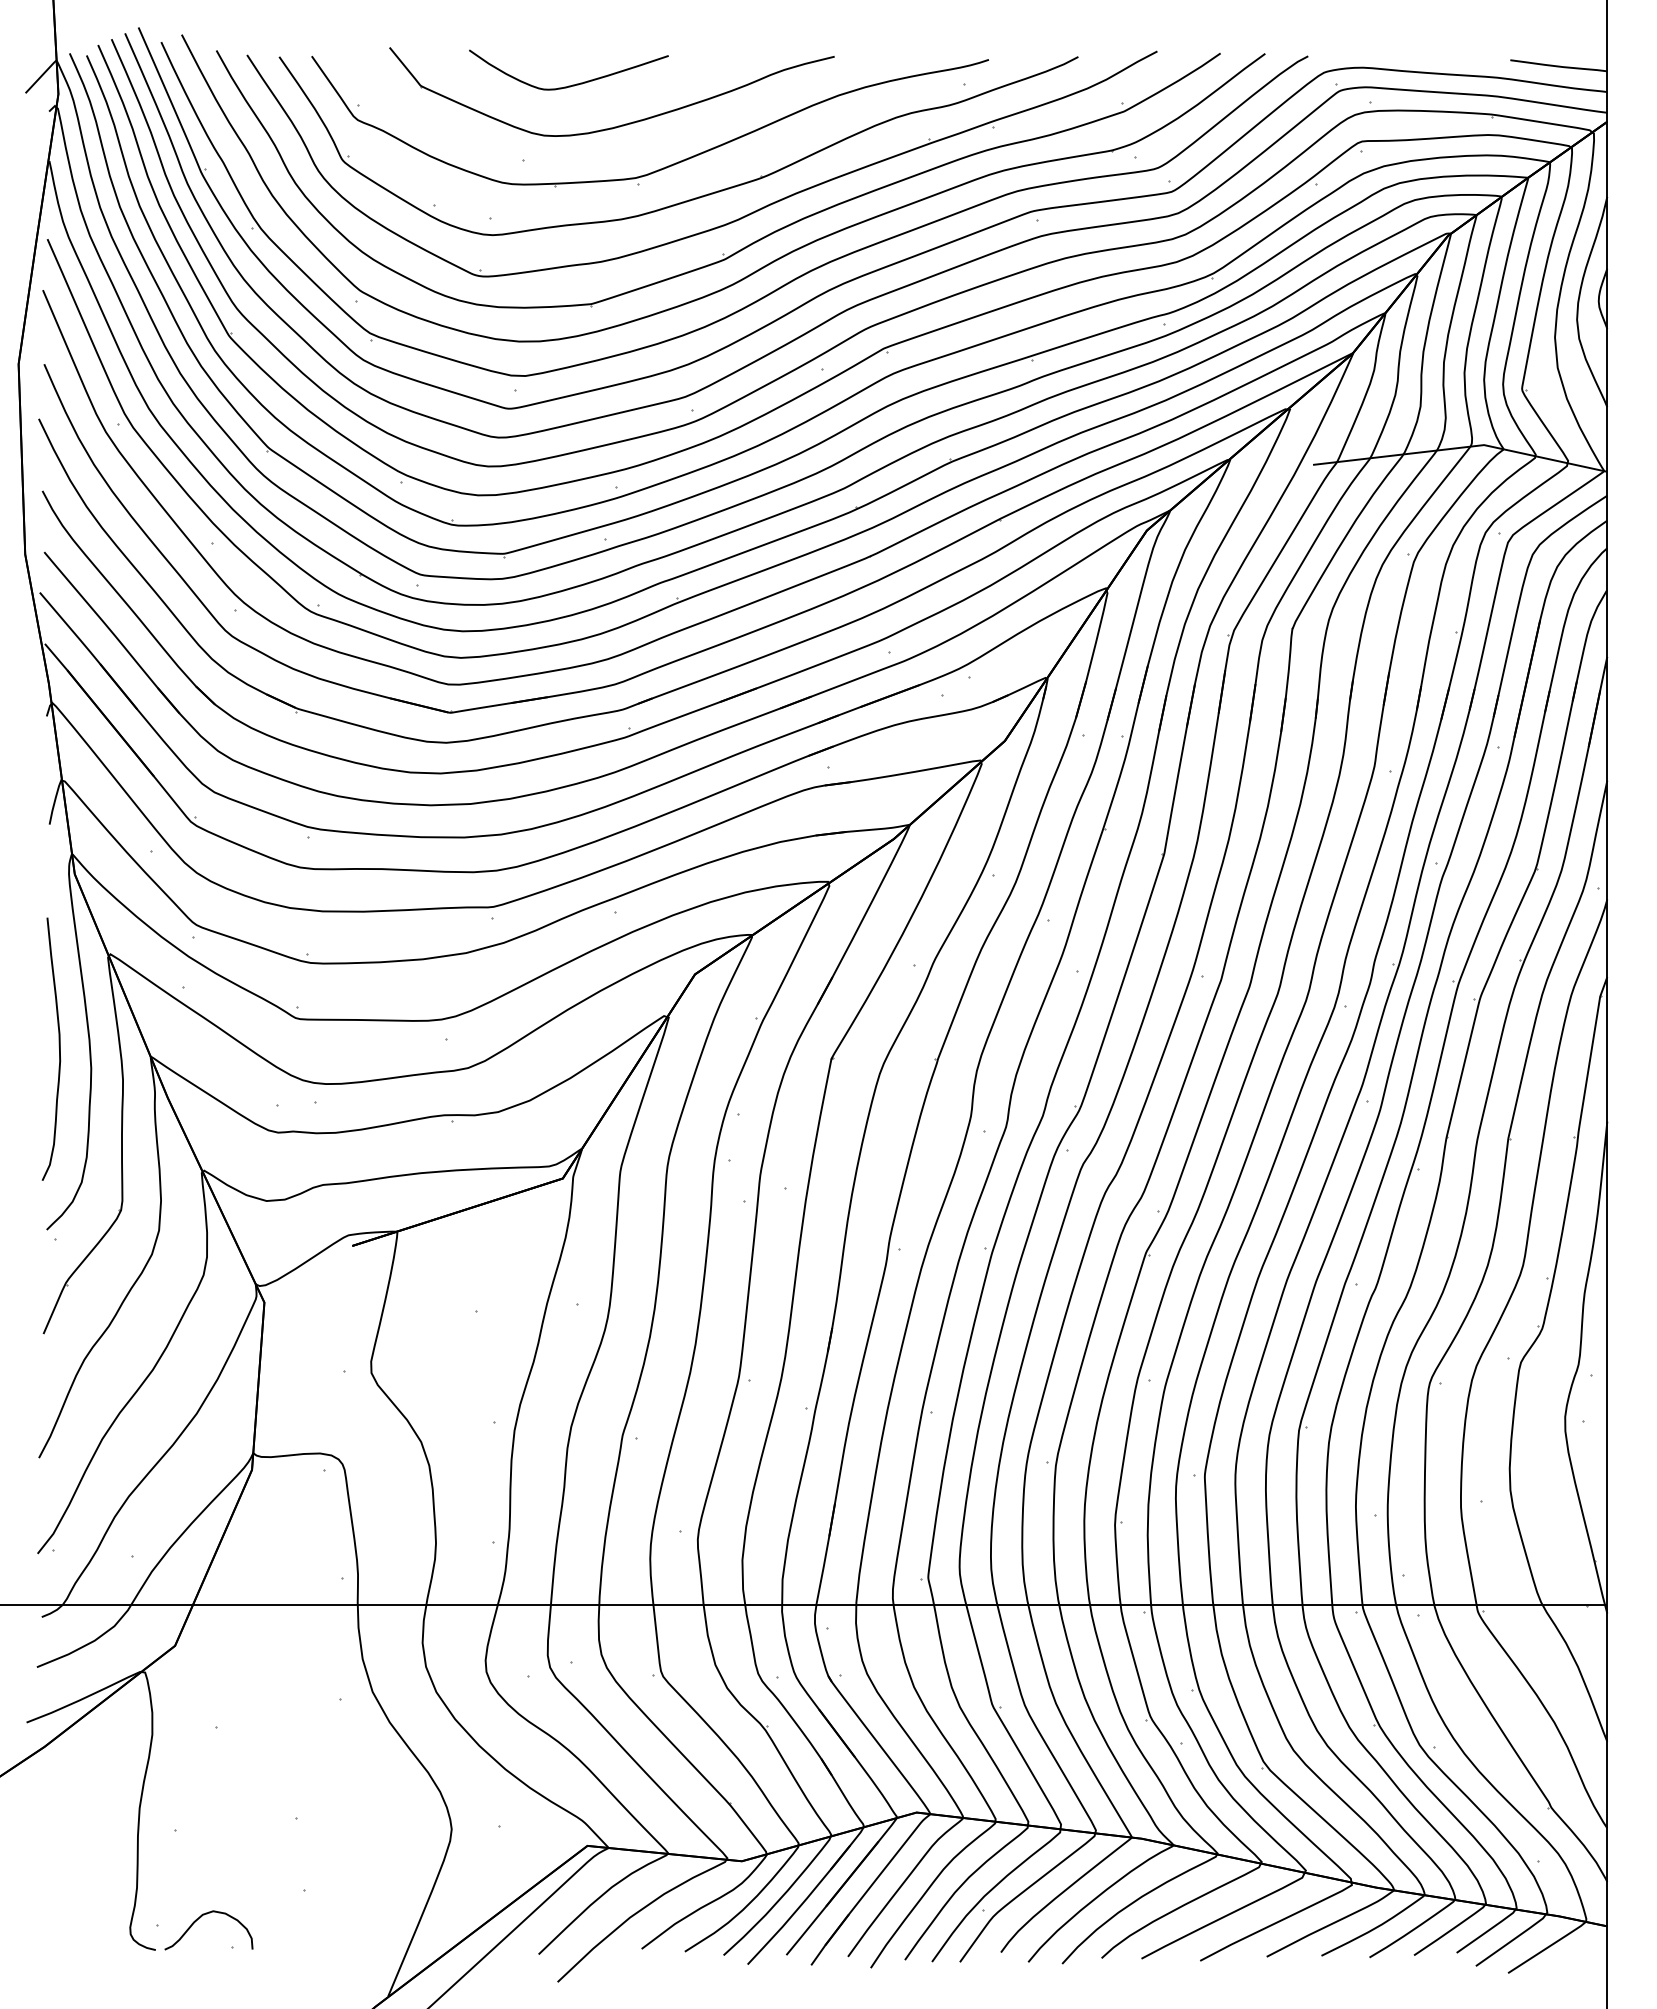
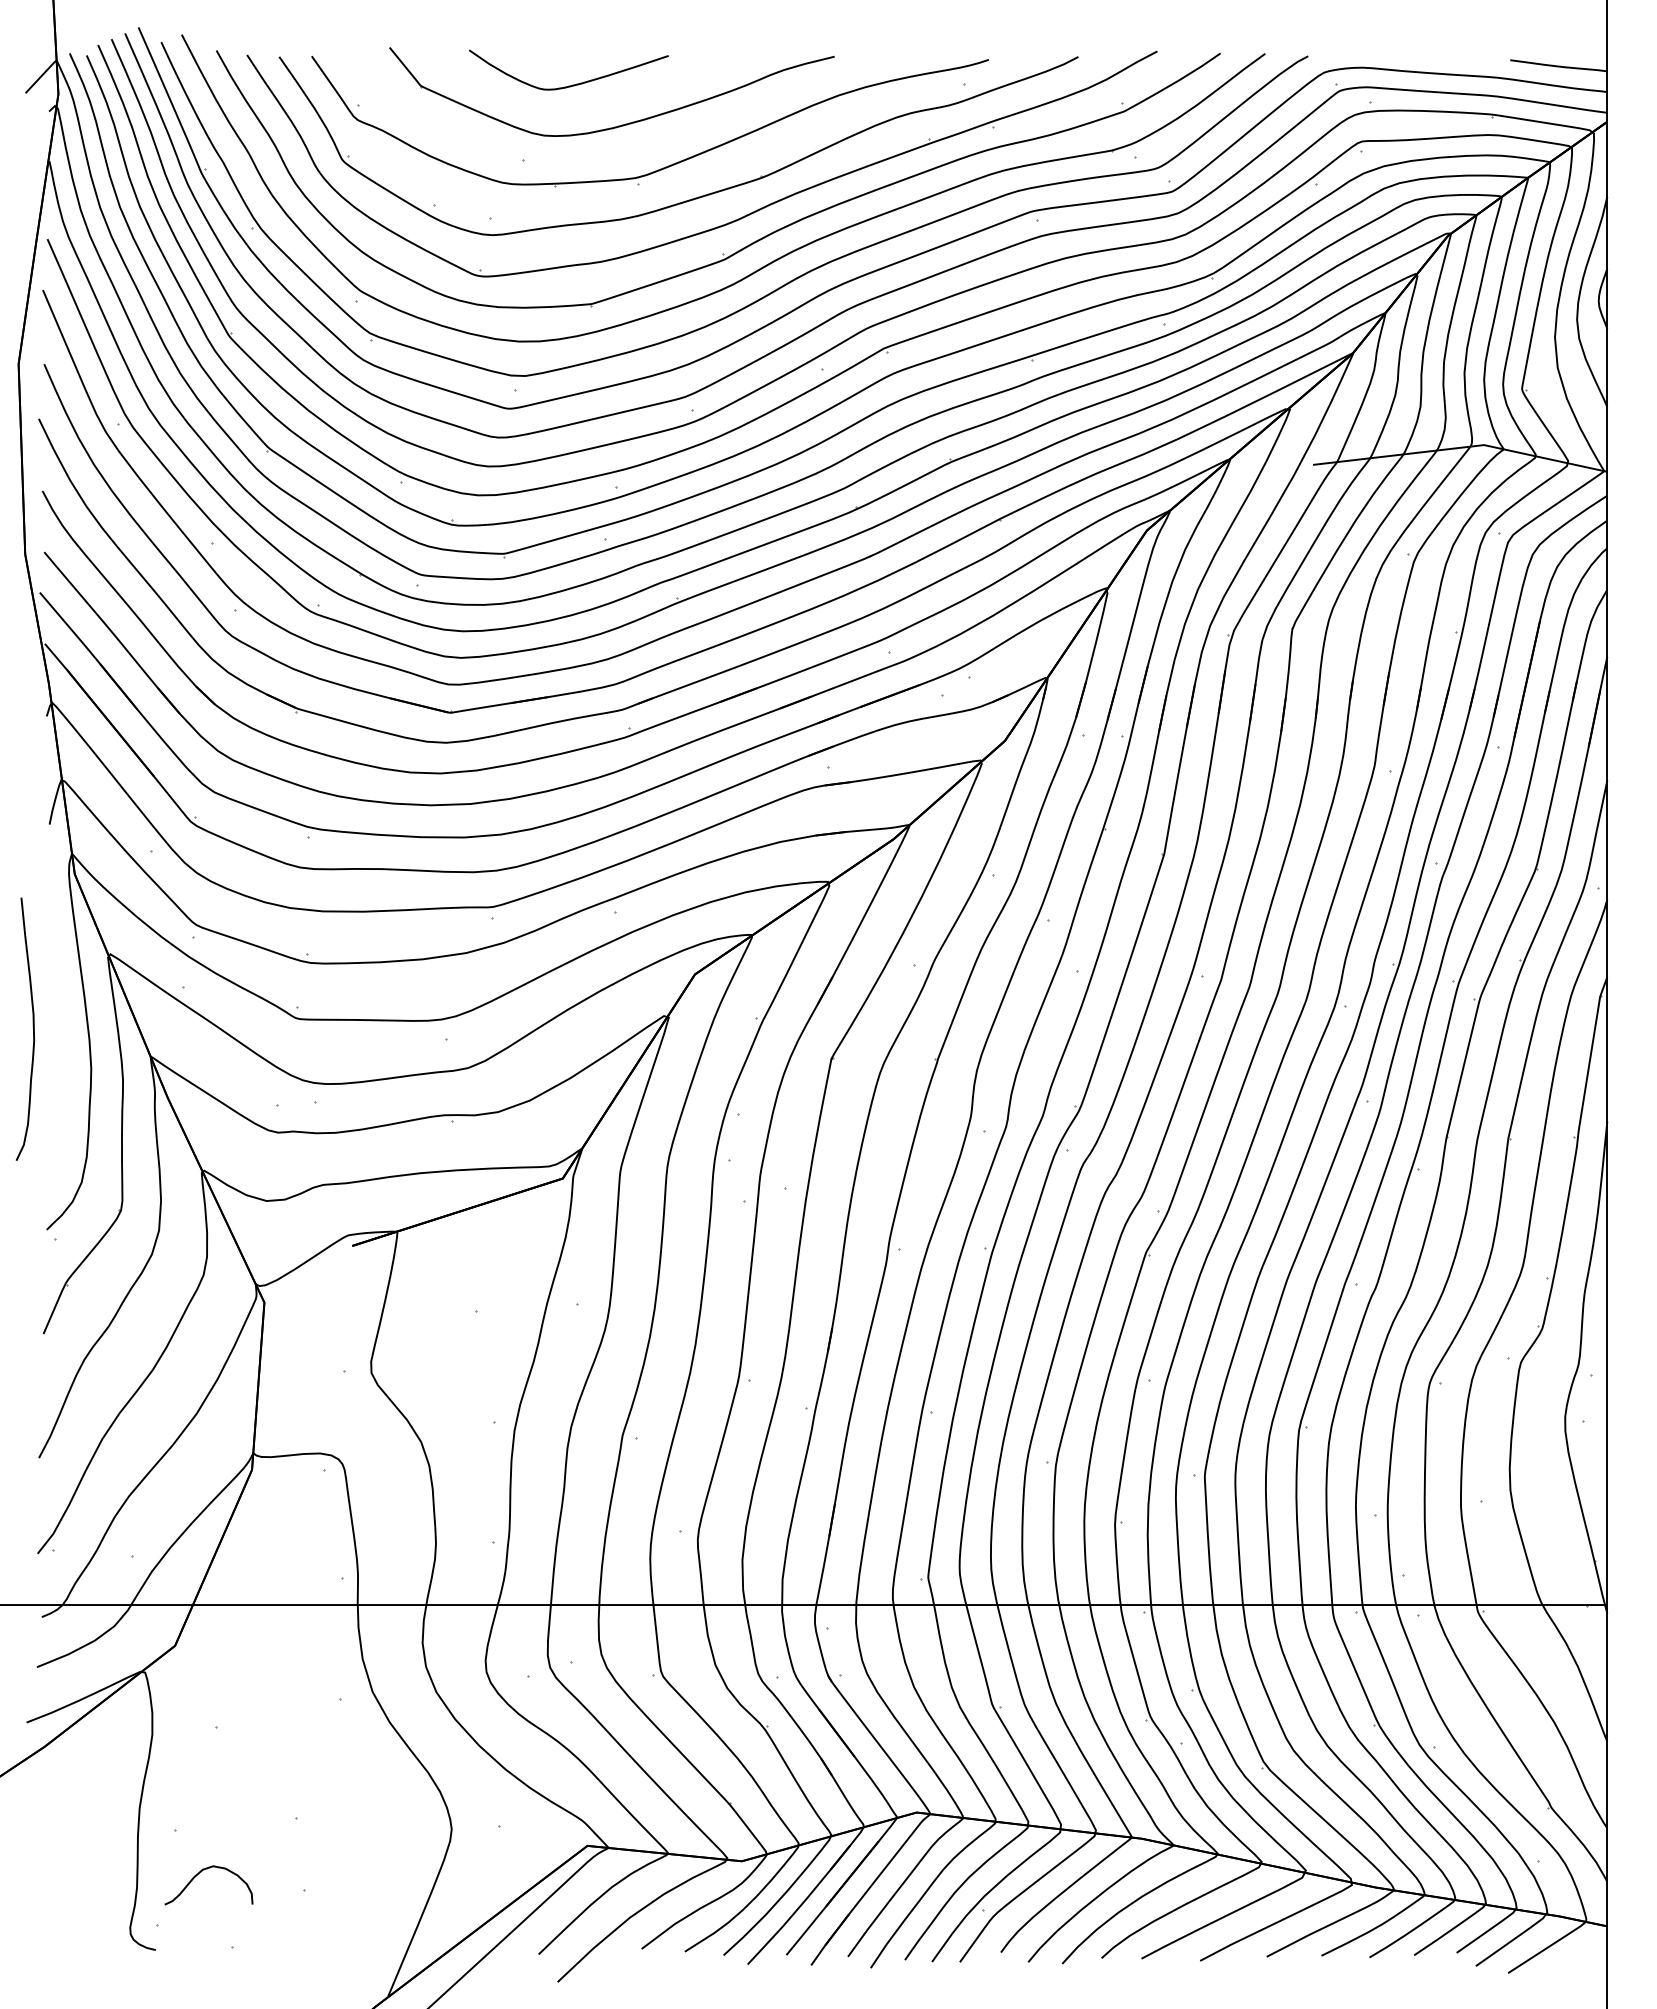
curve at (58, 1046) position: (58, 1046) -> (32, 1026)
curve at (200, 1918) position: (200, 1918) -> (200, 1873)
